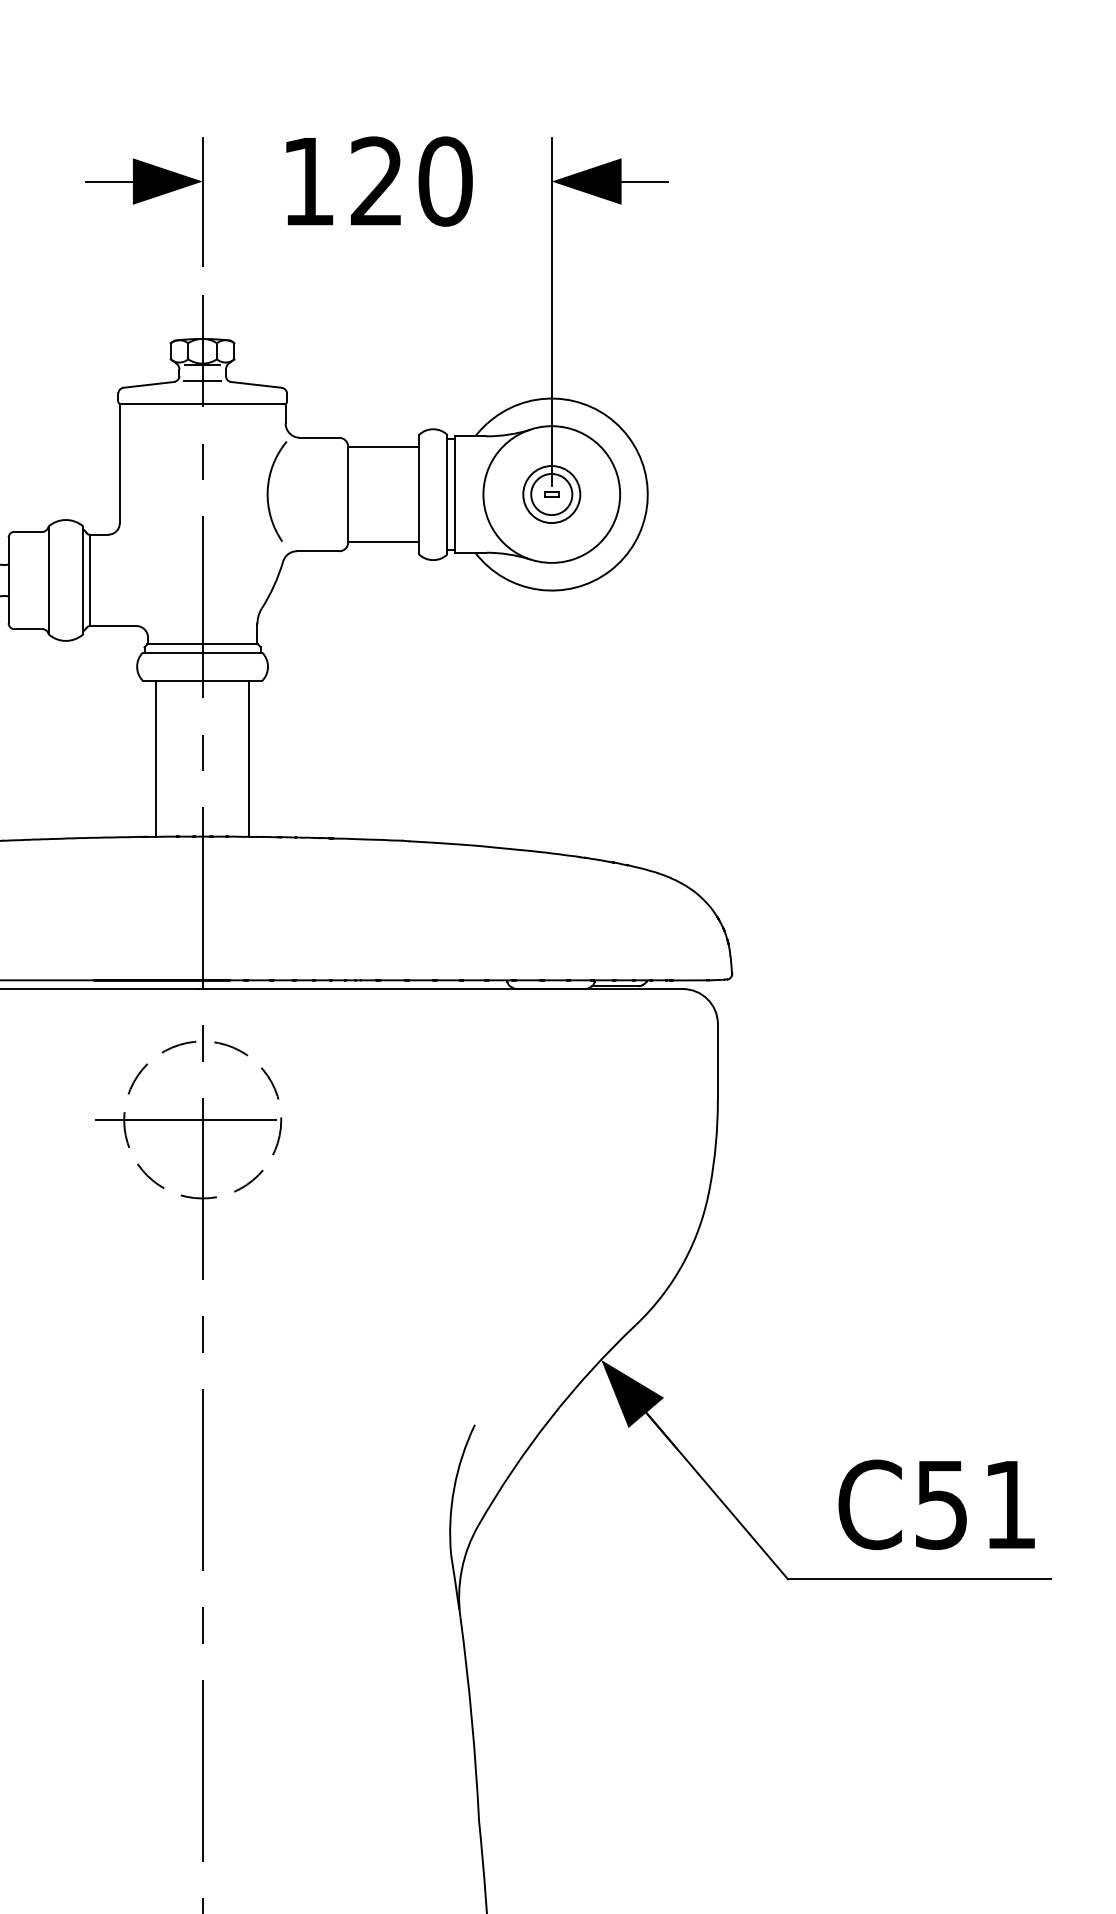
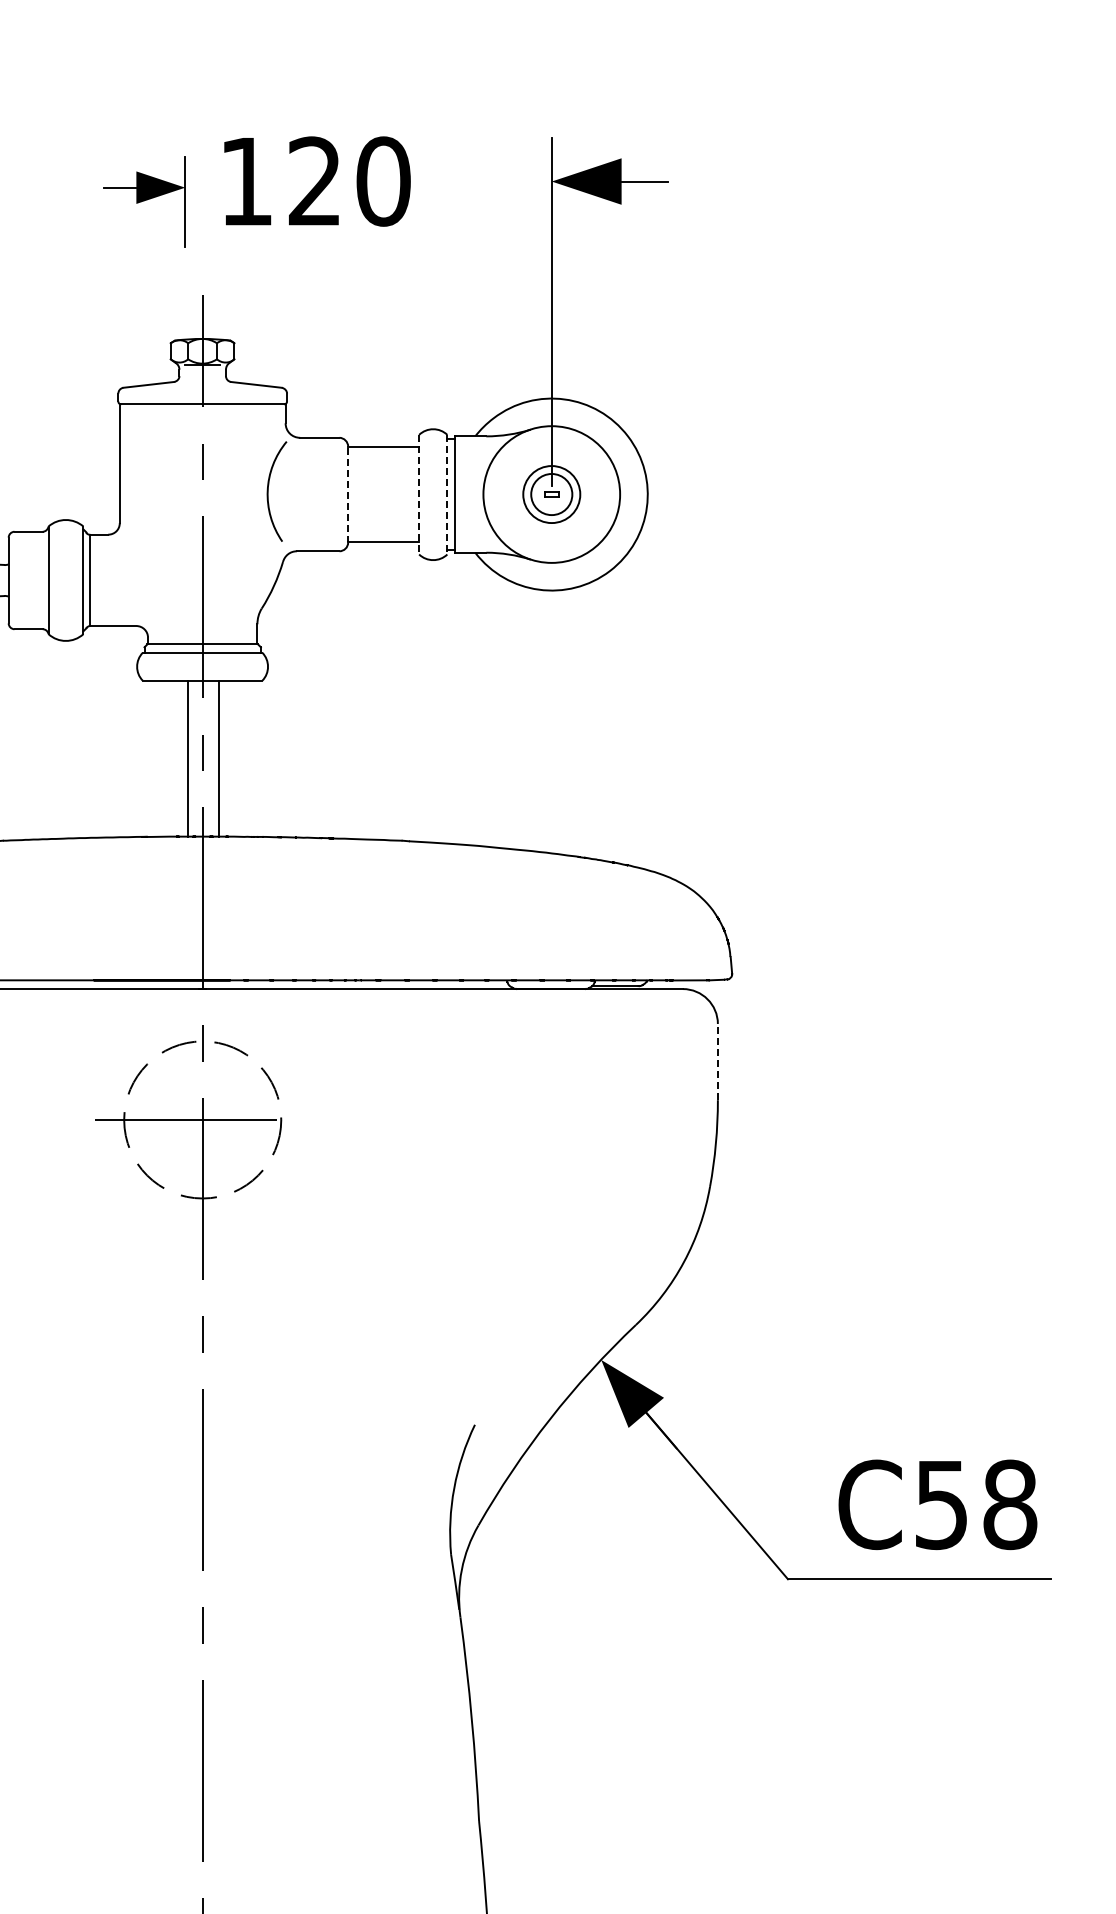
text at (379, 181) position: (379, 181) -> (317, 181)
part at (144, 201) size: 119x130 px -> 83x92 px
line at (202, 381): present -> none
line at (348, 494): solid -> dashed
line at (419, 494): solid -> dashed
line at (447, 494): solid -> dashed
line at (156, 758) position: (156, 758) -> (188, 758)
line at (249, 758) position: (249, 758) -> (219, 758)
line at (717, 1061): solid -> dashed
text at (1010, 1504): C51 -> C58
